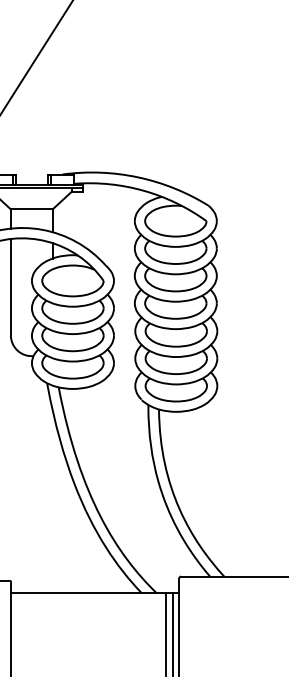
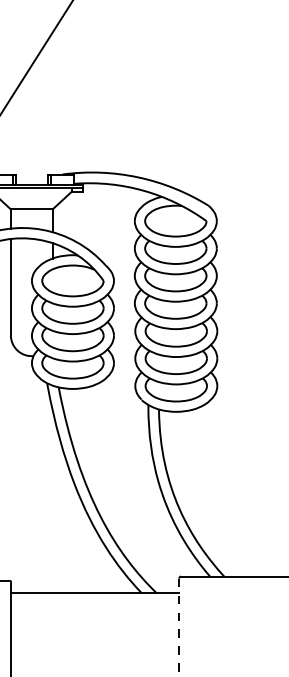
line at (179, 627): solid -> dashed
line at (165, 633): present -> none
line at (173, 633): present -> none
